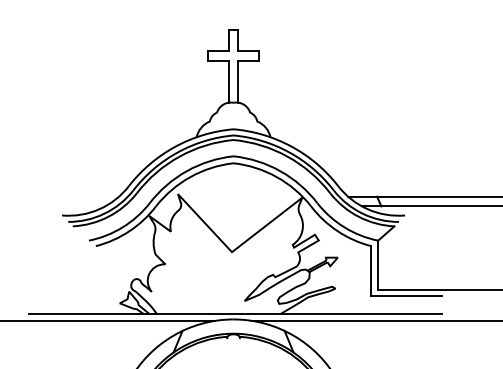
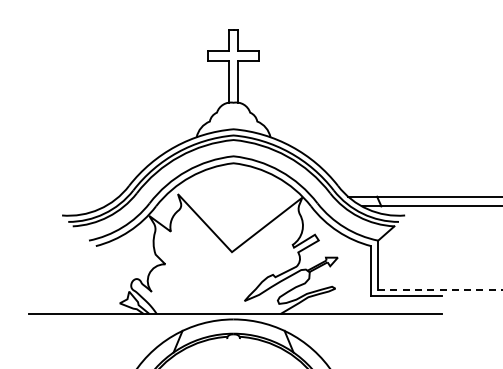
line at (440, 289): solid -> dashed
line at (108, 320): present -> none
line at (375, 320): present -> none
